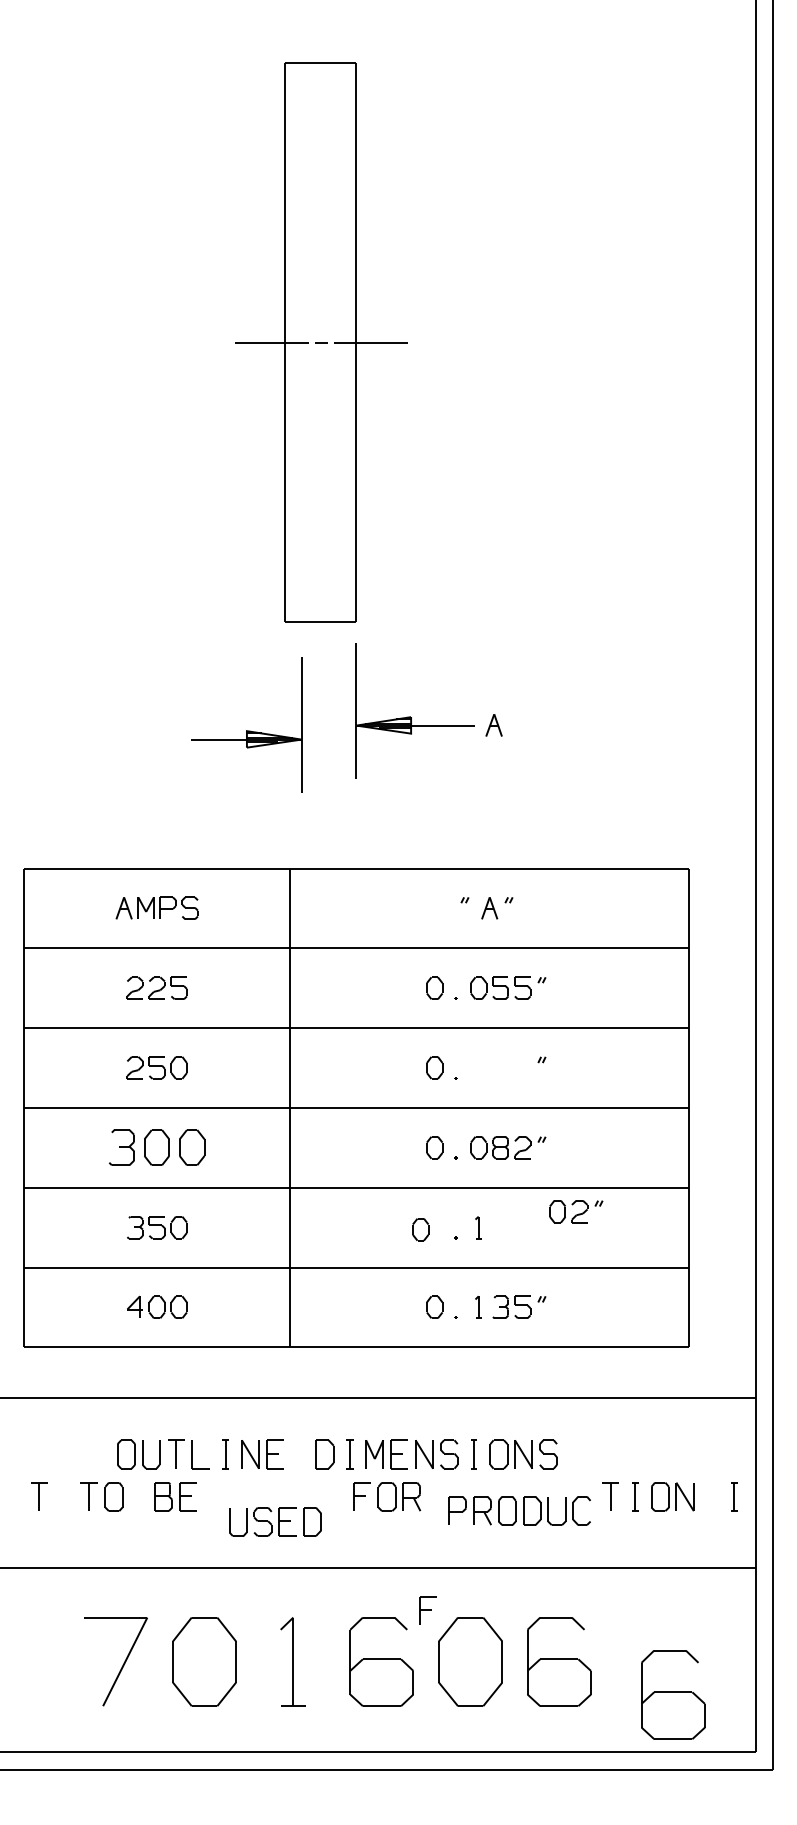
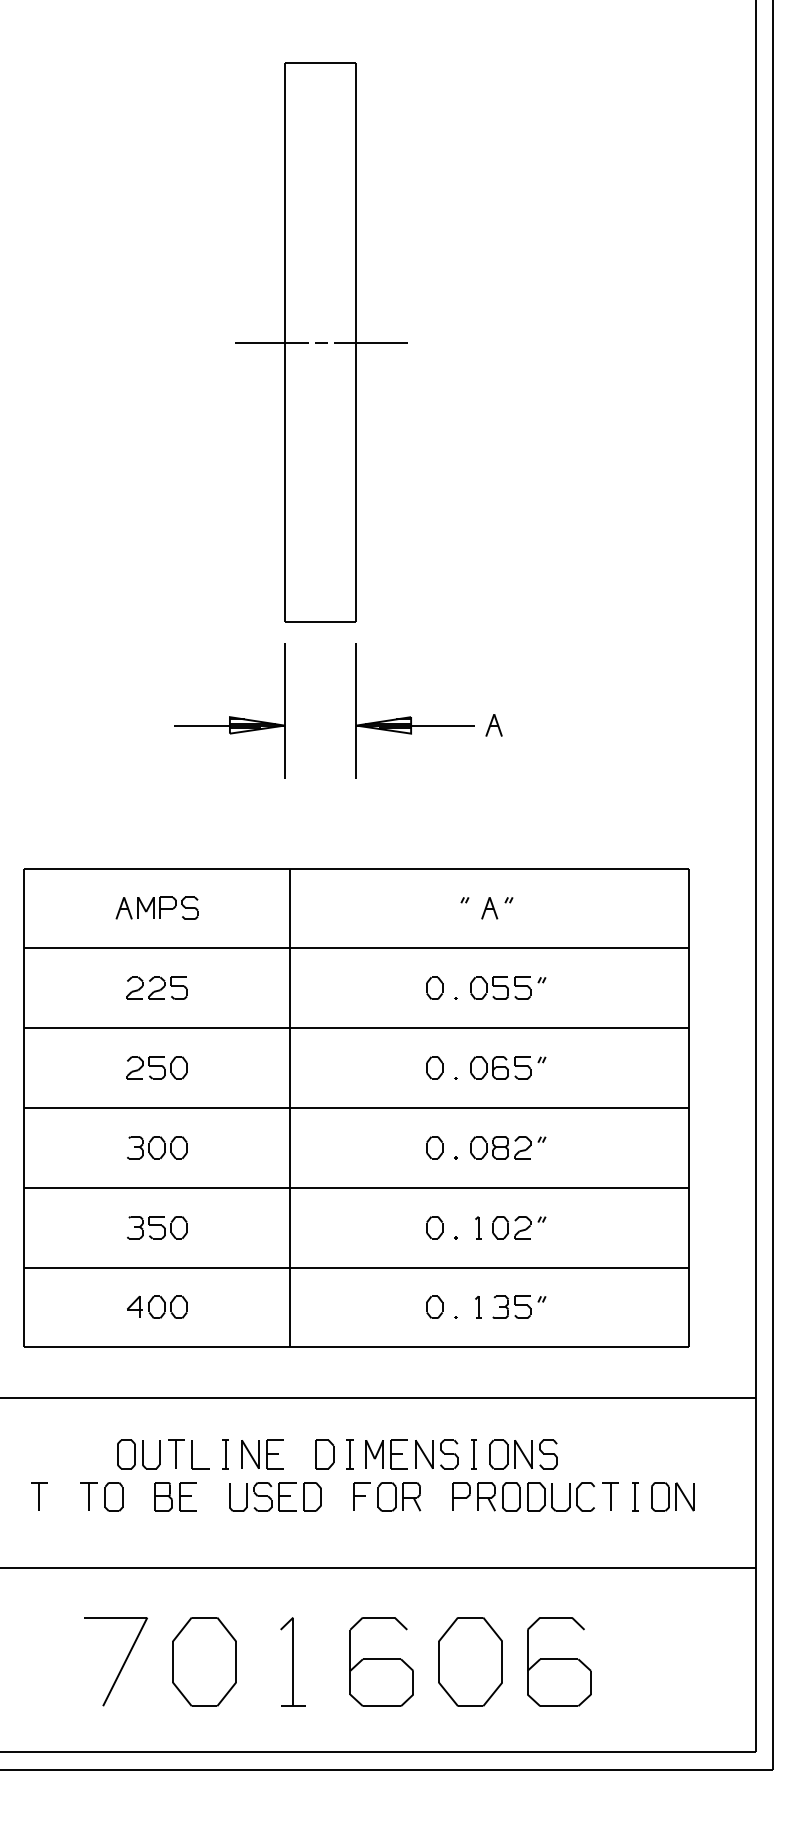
part at (246, 724) position: (246, 724) -> (229, 710)
part at (500, 1067): none -> present
part at (156, 1147) size: 98x37 px -> 61x24 px
part at (576, 1211) position: (576, 1211) -> (519, 1227)
part at (420, 1229) position: (420, 1229) -> (434, 1227)
part at (734, 1496): present -> none
part at (519, 1510) position: (519, 1510) -> (523, 1496)
part at (275, 1521) position: (275, 1521) -> (275, 1496)
part at (427, 1610): present -> none
part at (673, 1694): present -> none
